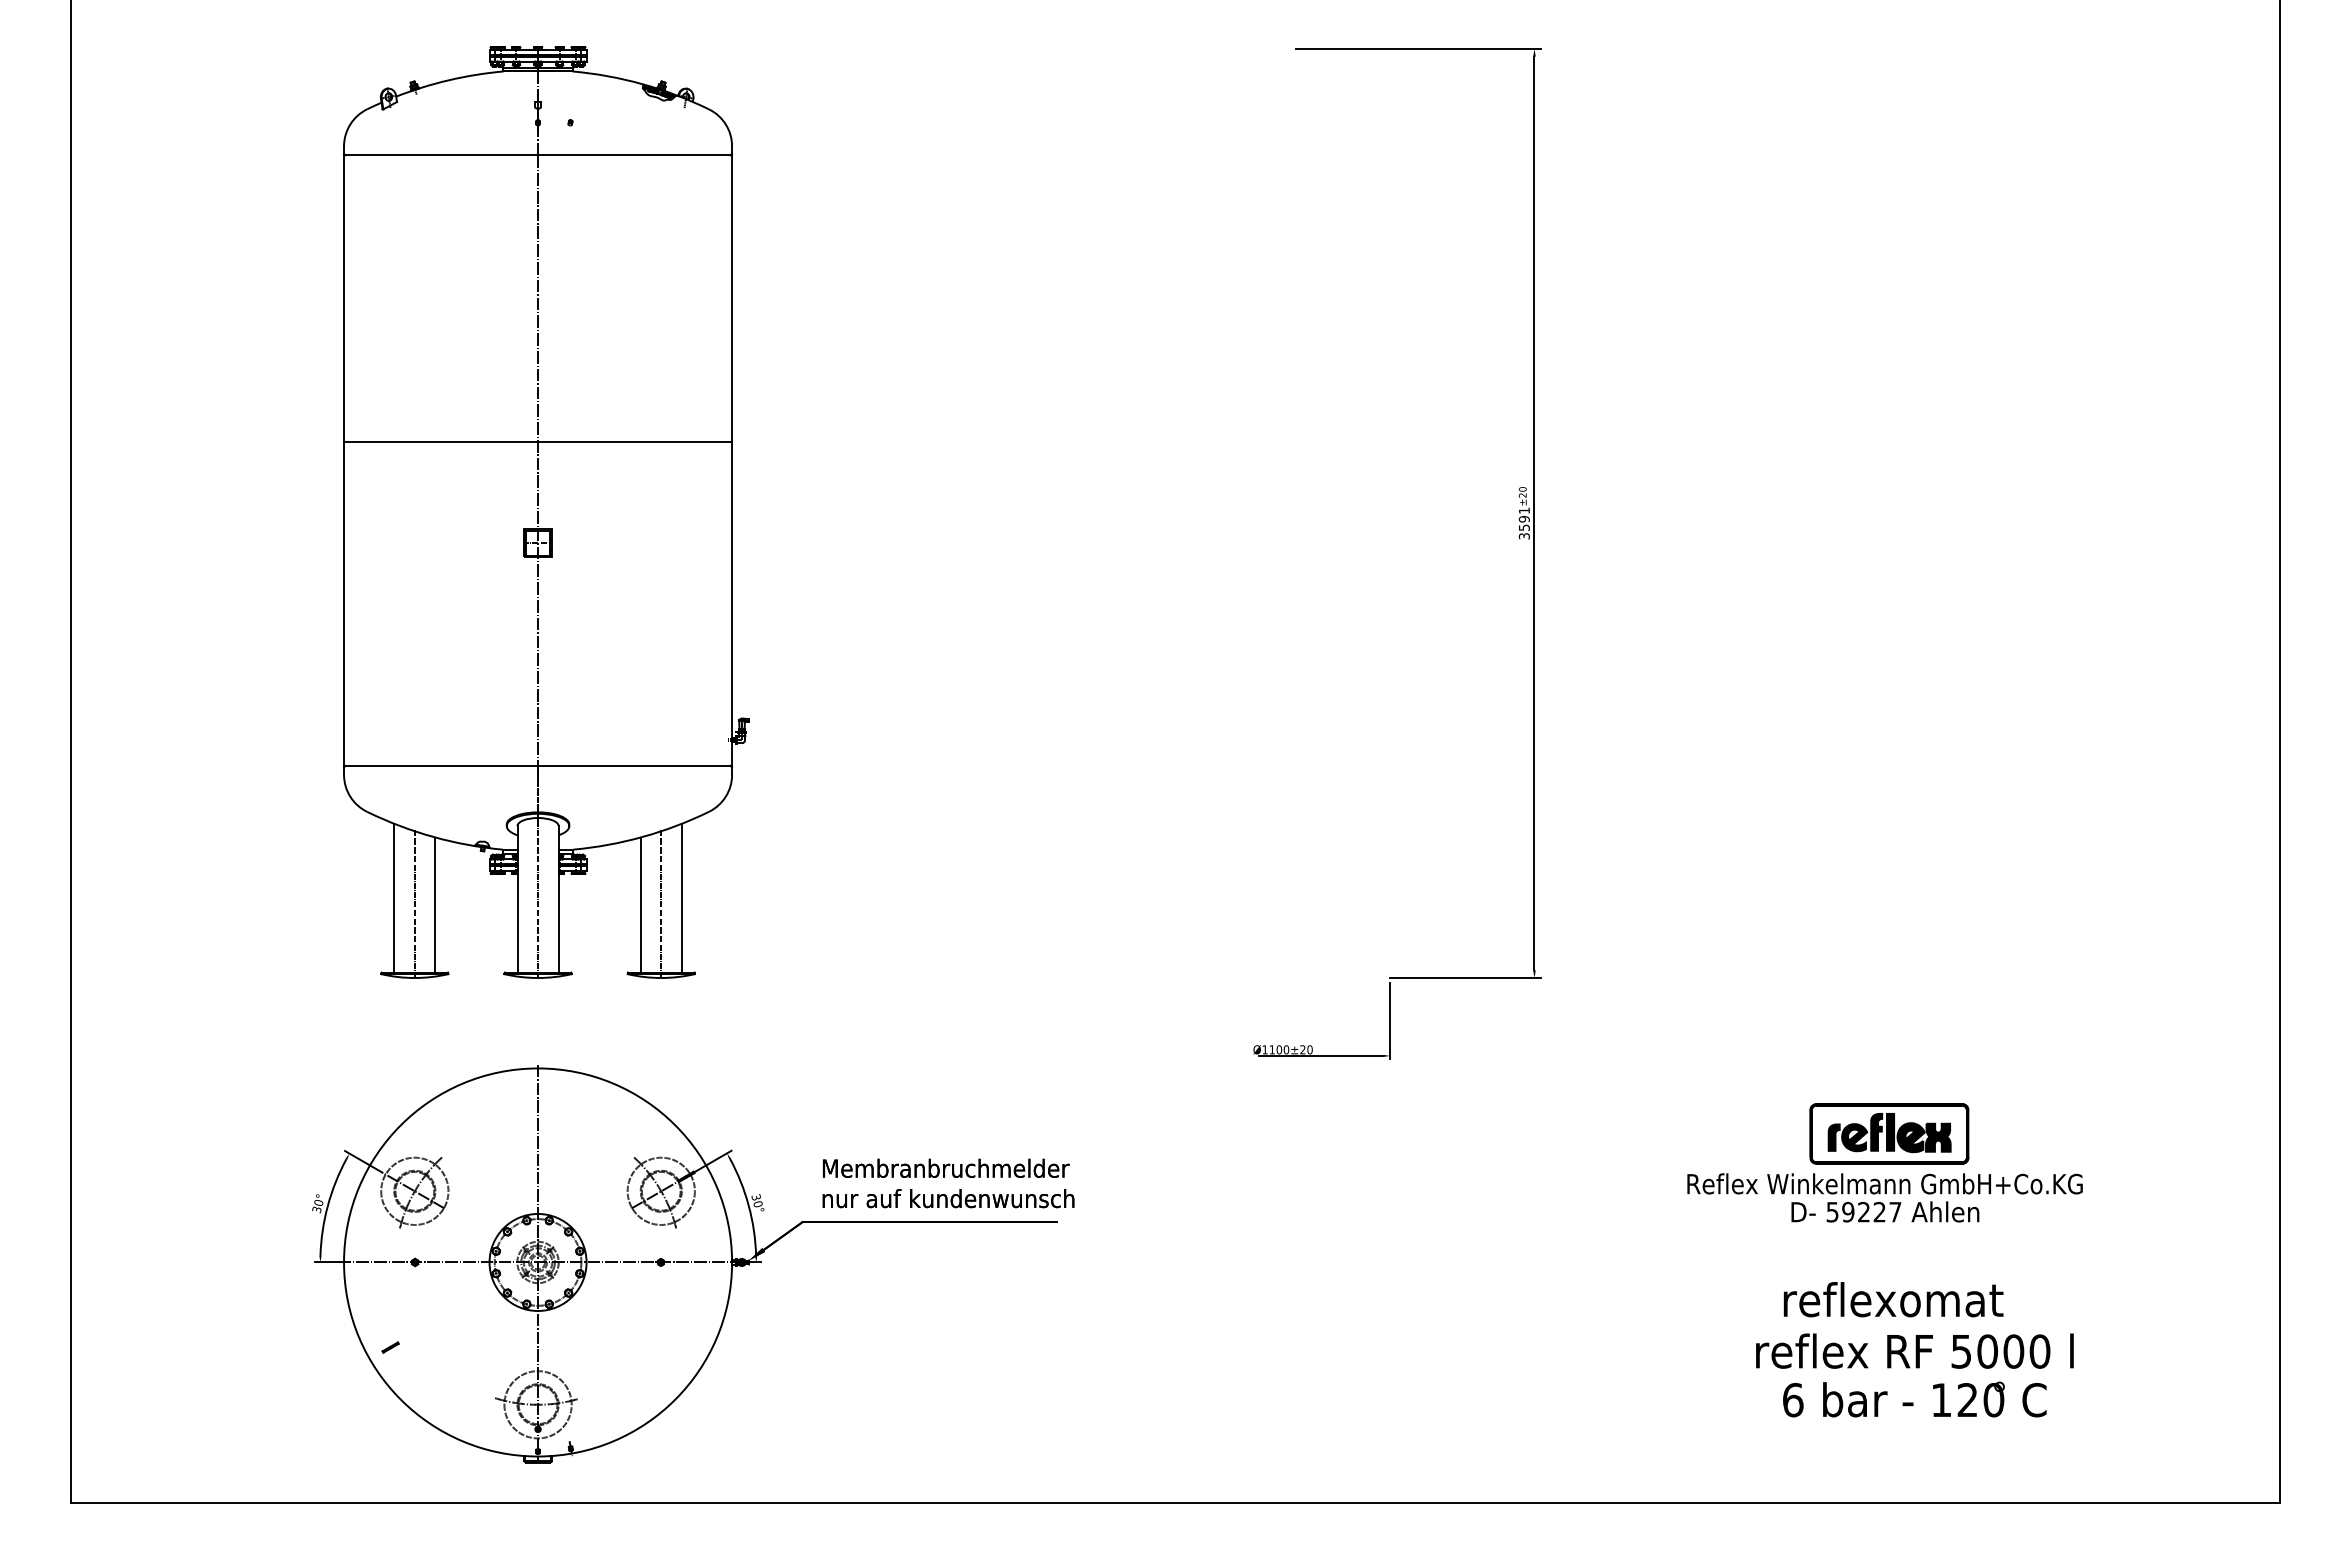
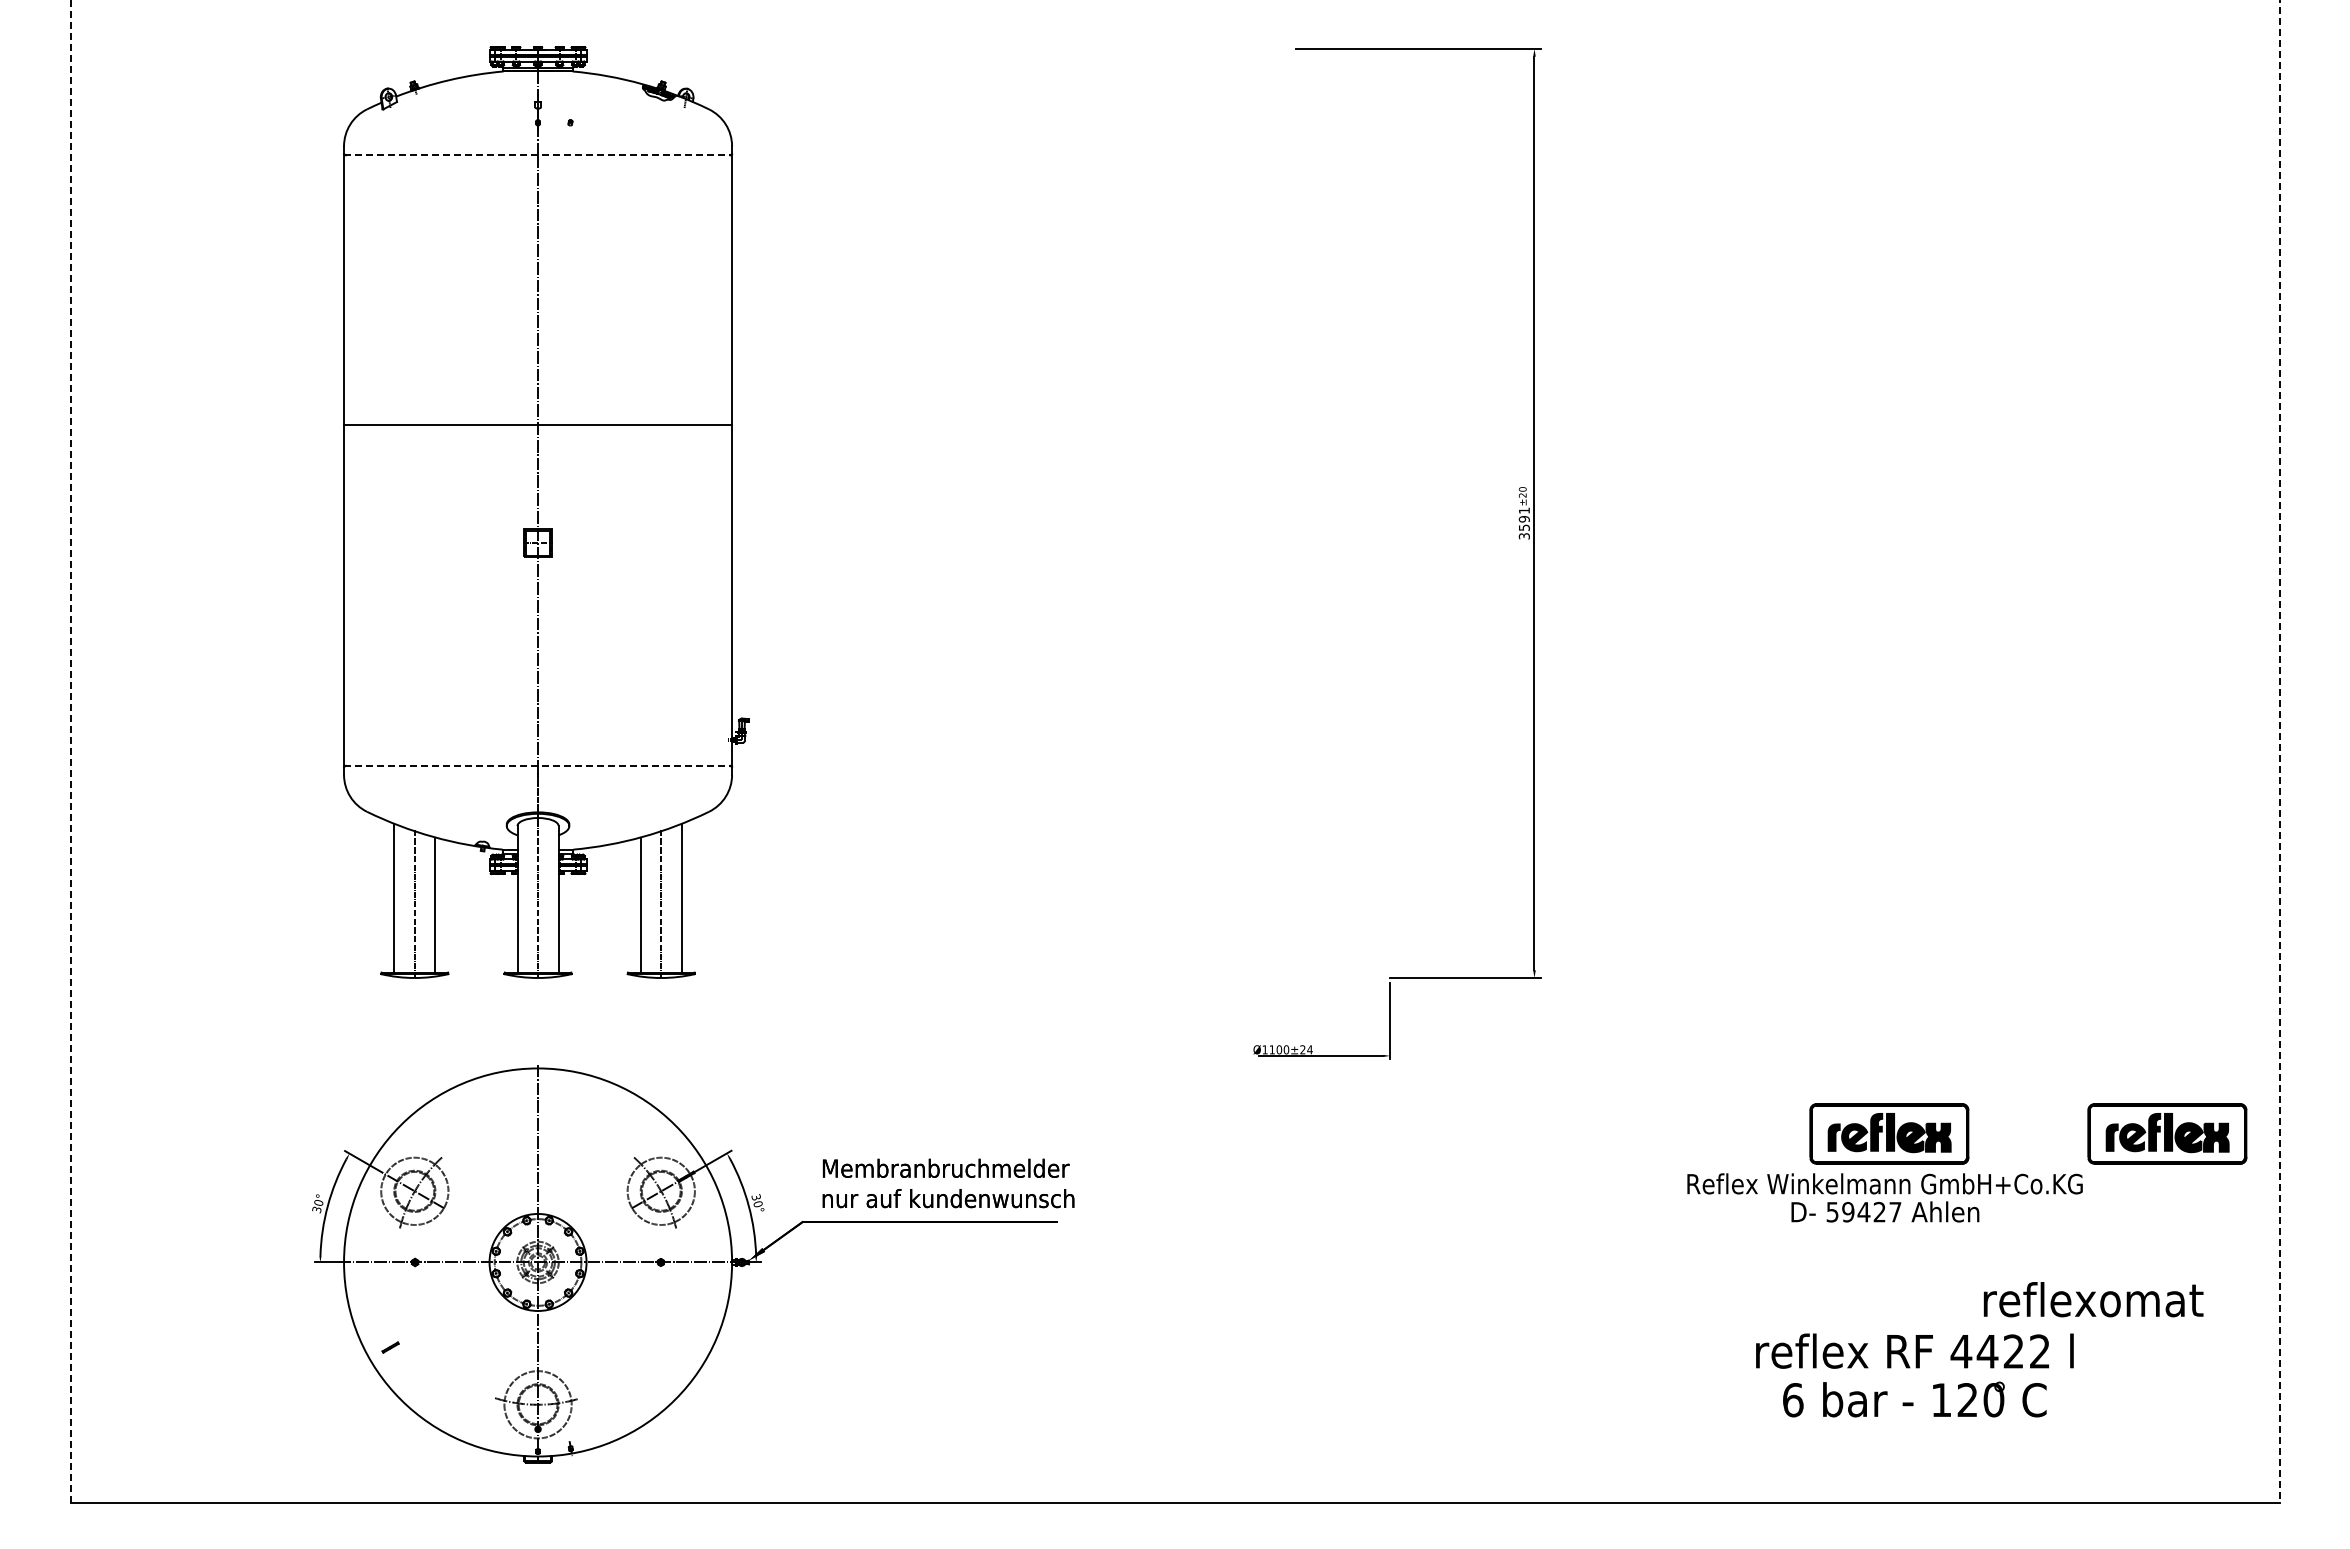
line at (538, 155): solid -> dashed
line at (538, 442) position: (538, 442) -> (538, 425)
line at (70, 751): solid -> dashed
line at (2279, 751): solid -> dashed
line at (538, 765): solid -> dashed
text at (1309, 1049): ±20 -> ±24
part at (2167, 1133): none -> present
text at (1863, 1211): 59227 -> 59427
text at (1893, 1299) position: (1893, 1299) -> (2093, 1299)
text at (2000, 1351): 5000 -> 4422
